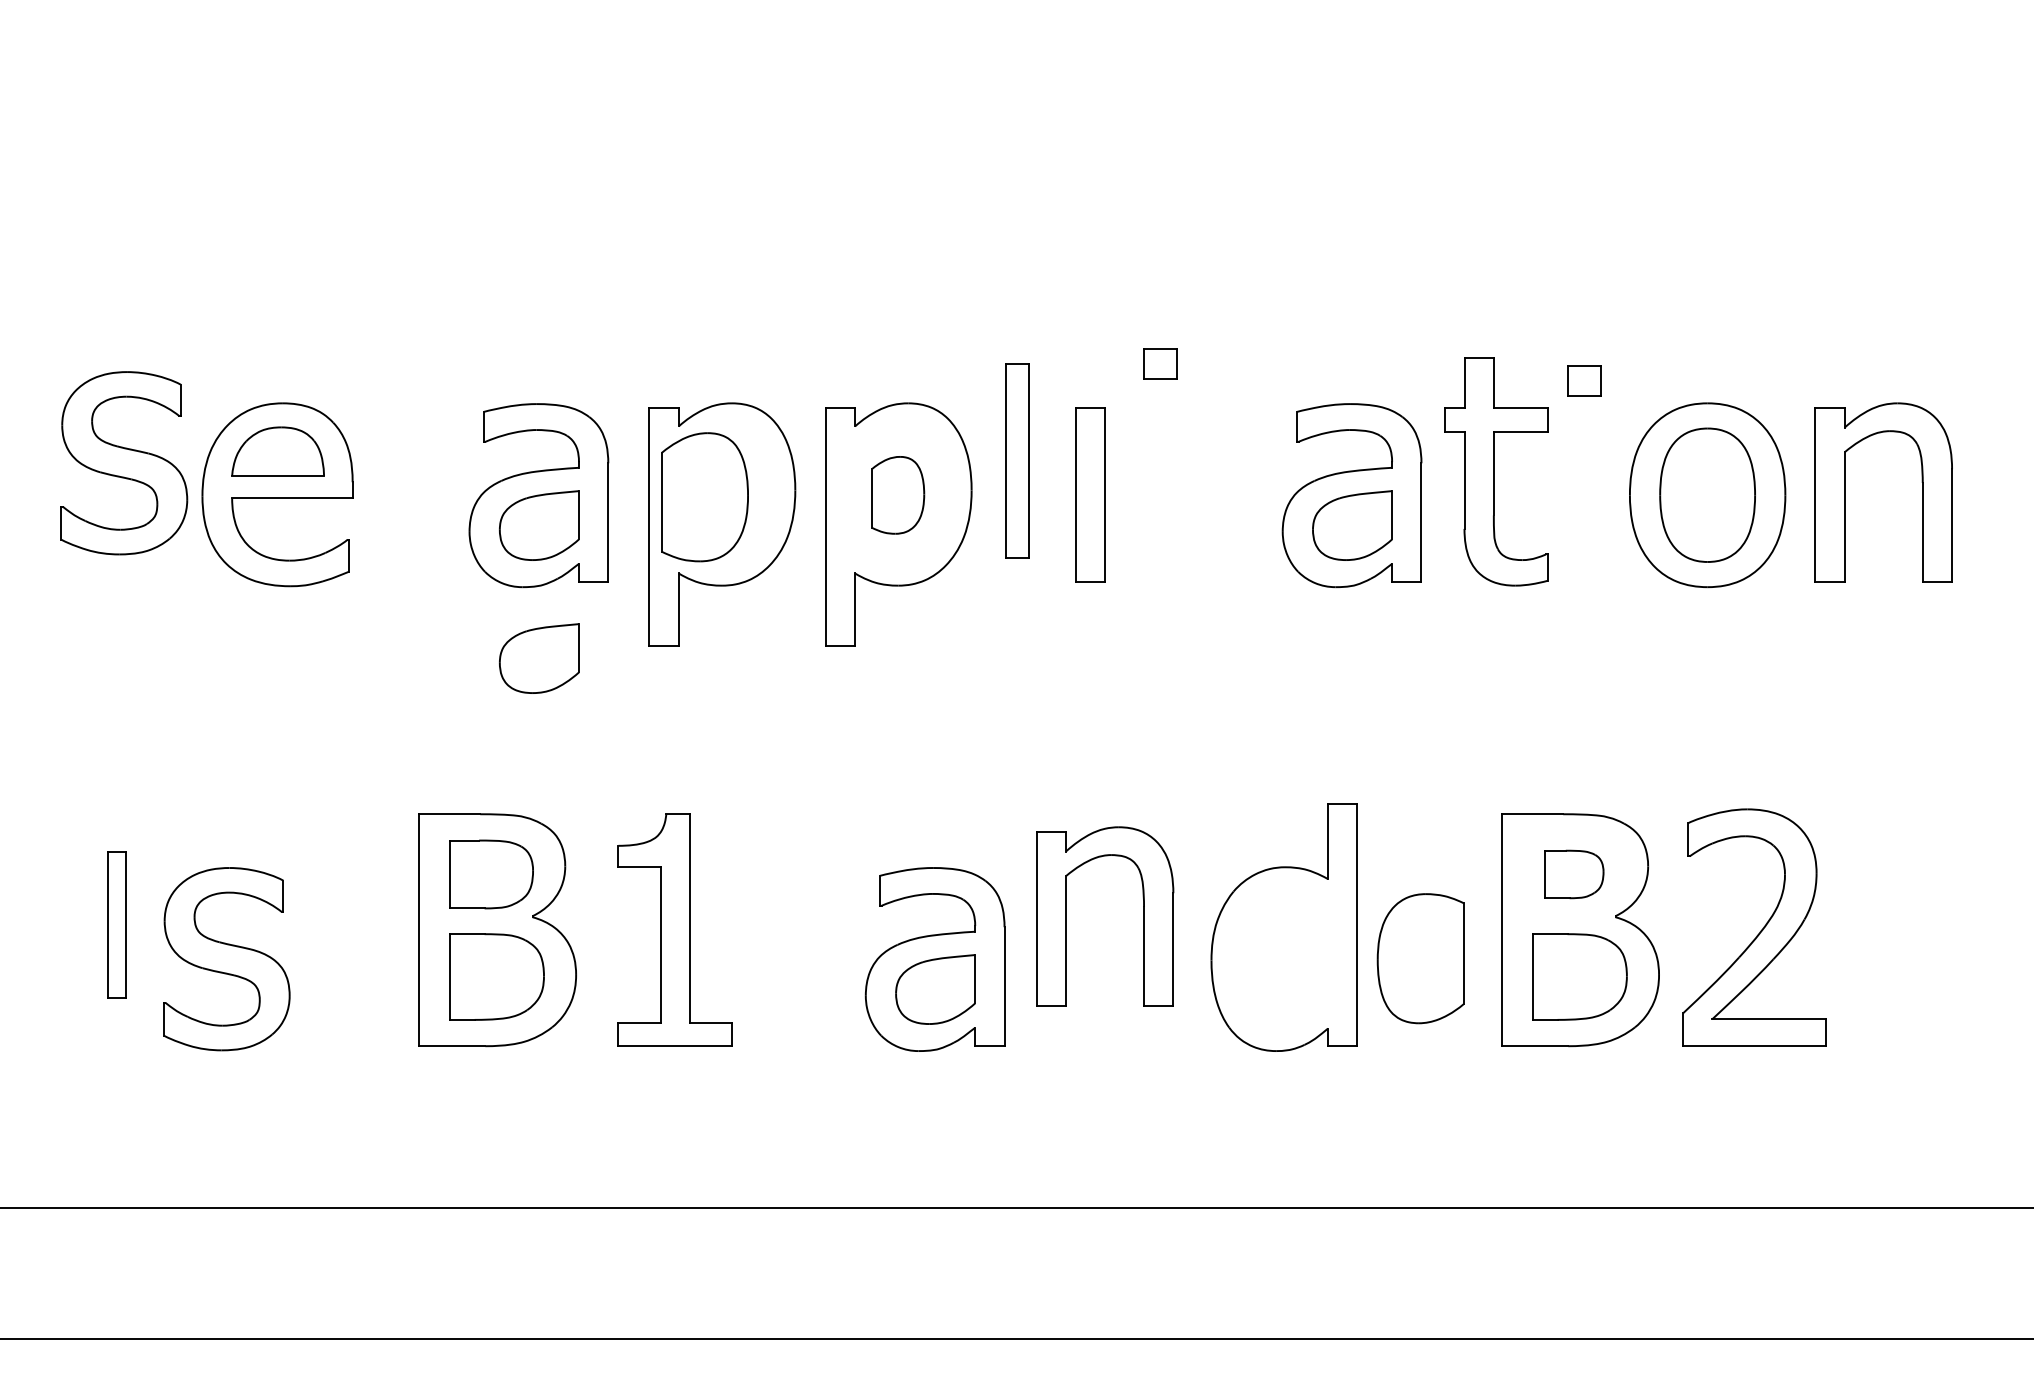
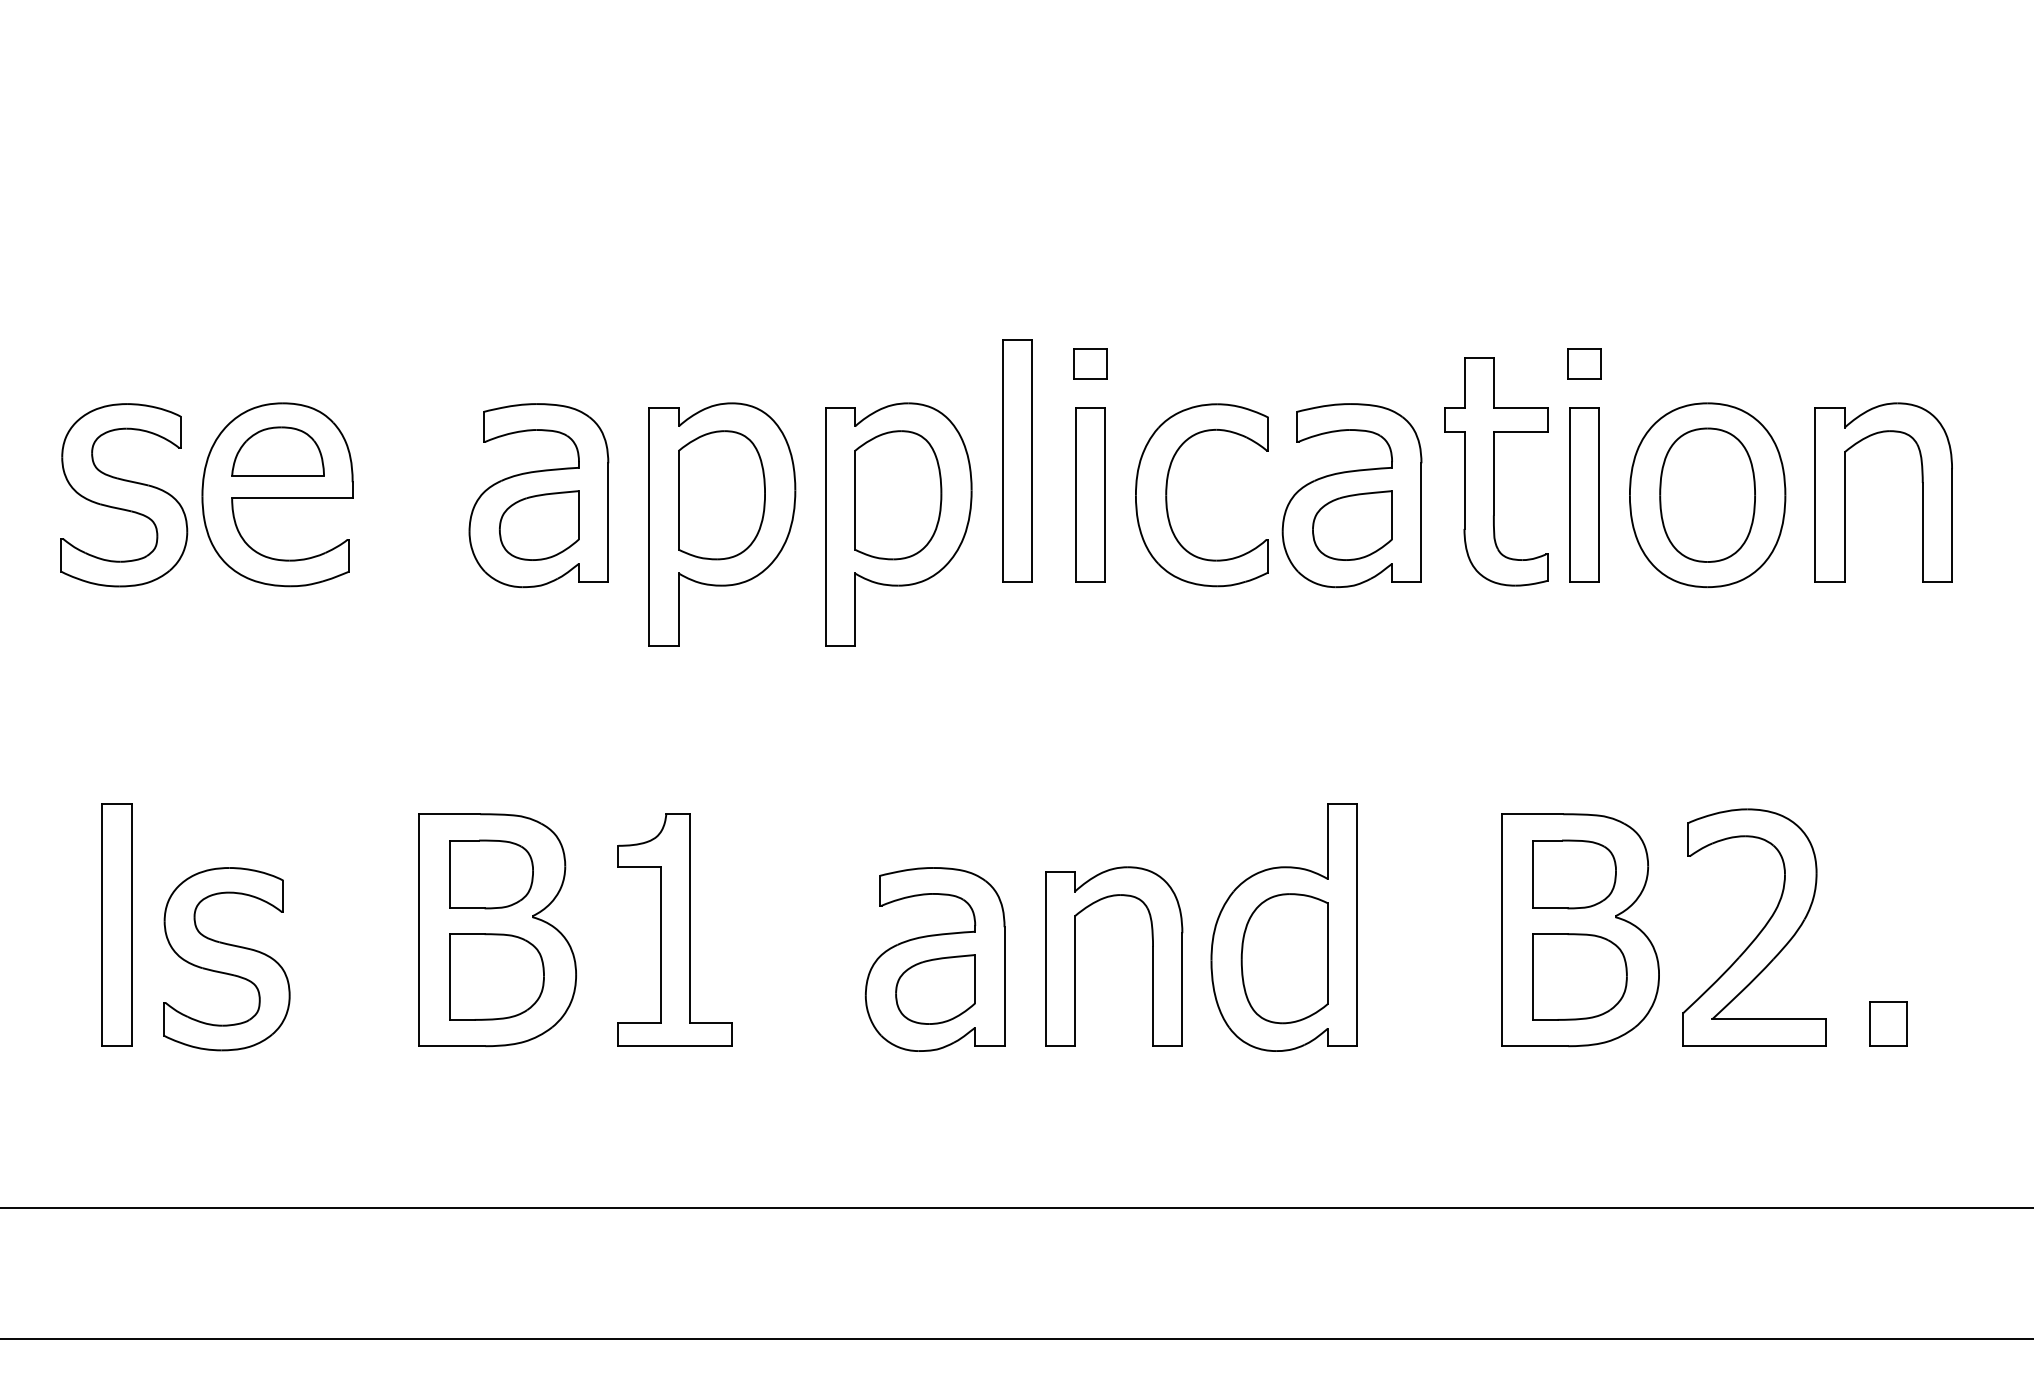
part at (1160, 363) position: (1160, 363) -> (1090, 363)
part at (1584, 380) position: (1584, 380) -> (1584, 363)
part at (1017, 460) size: 25x196 px -> 31x244 px
part at (124, 463) position: (124, 463) -> (124, 495)
part at (1584, 494): none -> present
part at (898, 495) size: 55x79 px -> 89x131 px
part at (1167, 495): none -> present
part at (704, 497) position: (704, 497) -> (721, 495)
part at (539, 658): present -> none
part at (1574, 874) size: 61x51 px -> 85x71 px
part at (1143, 916) position: (1143, 916) -> (1152, 956)
part at (116, 924) size: 20x148 px -> 32x244 px
part at (1420, 958) position: (1420, 958) -> (1284, 958)
part at (1888, 1023): none -> present
